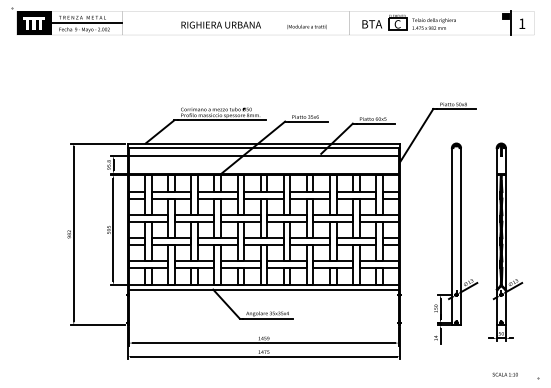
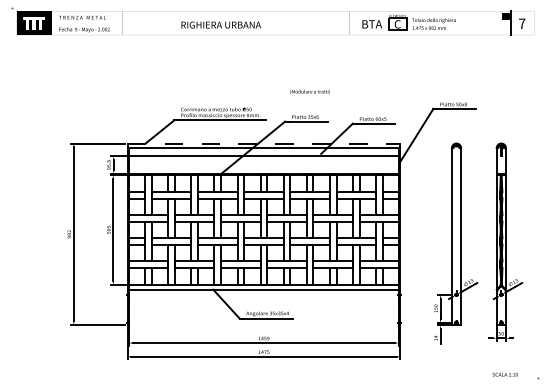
line at (86, 23): present -> none
text at (522, 23): 1 -> 7
text at (306, 26) position: (306, 26) -> (309, 91)
line at (264, 143): solid -> dashed
